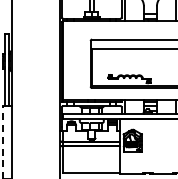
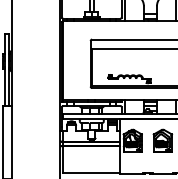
part at (162, 140): none -> present
line at (2, 142): dashed -> solid
